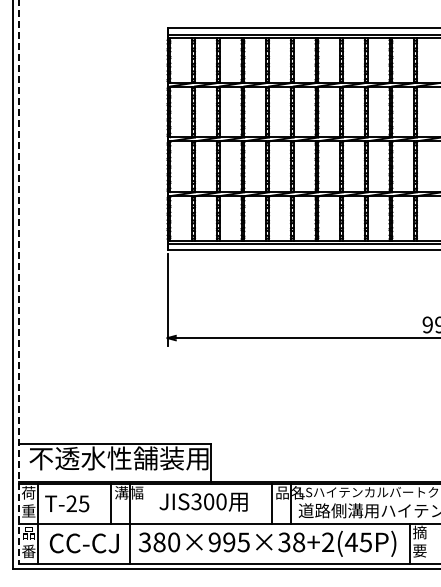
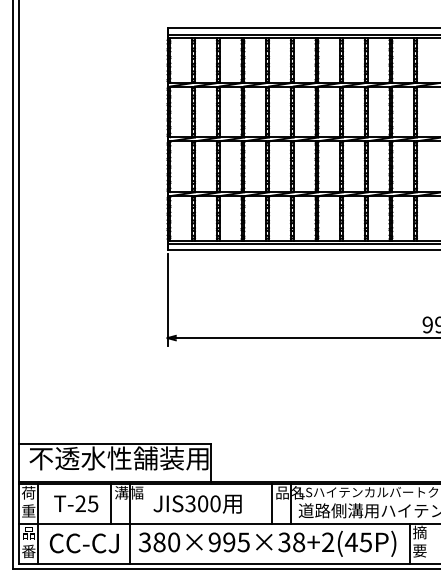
line at (18, 282): dashed -> solid
text at (203, 501) position: (203, 501) -> (197, 503)
text at (67, 503) position: (67, 503) -> (76, 503)
